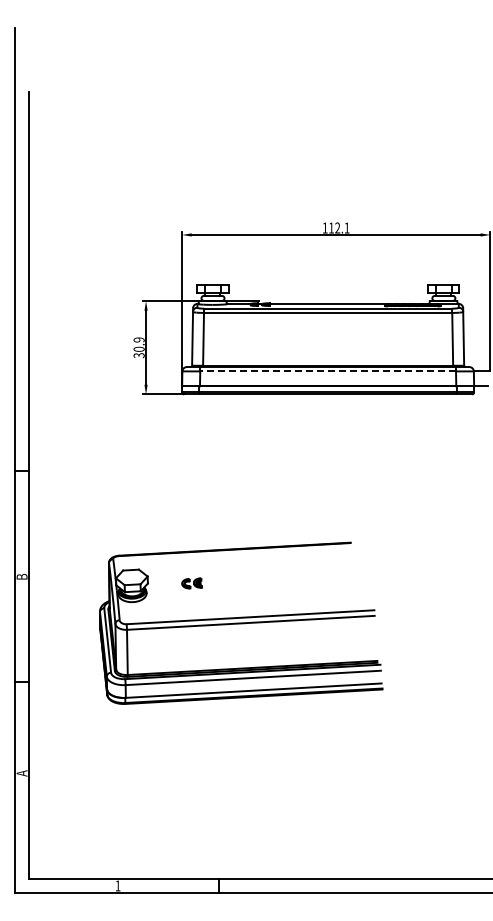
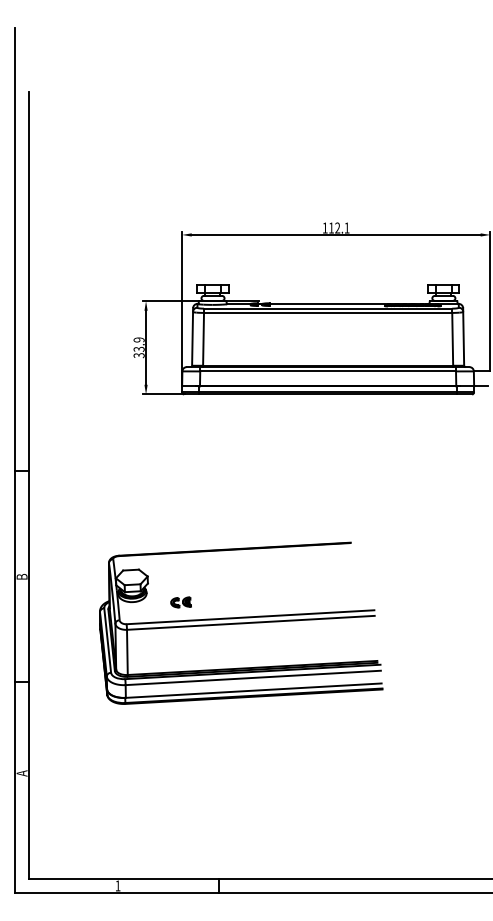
text at (138, 348): 30.9 -> 33.9
line at (328, 371): dashed -> solid
part at (191, 583) position: (191, 583) -> (180, 602)
